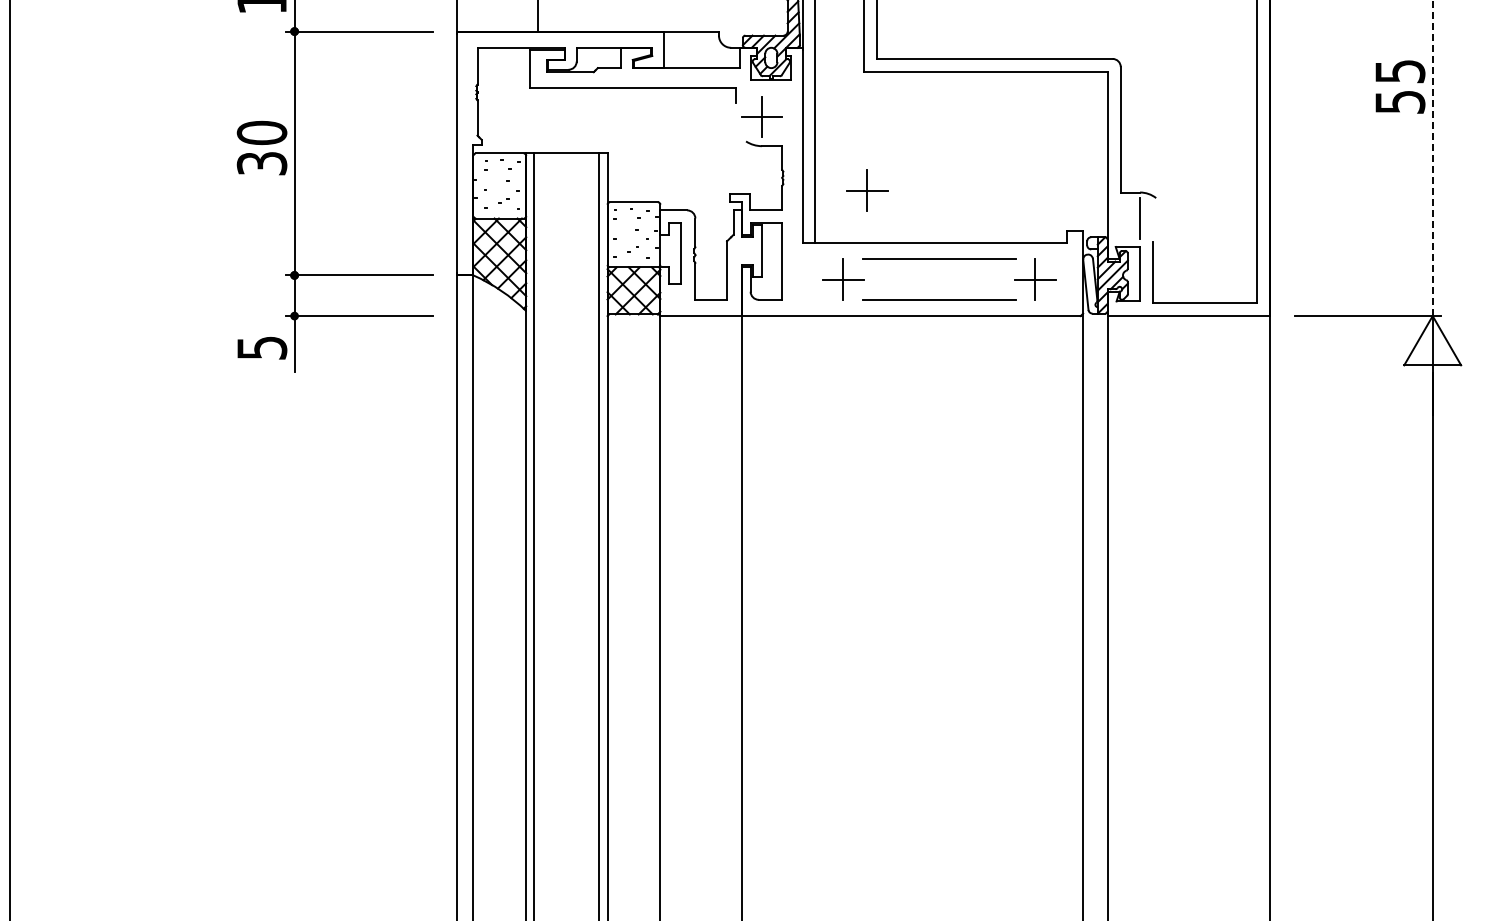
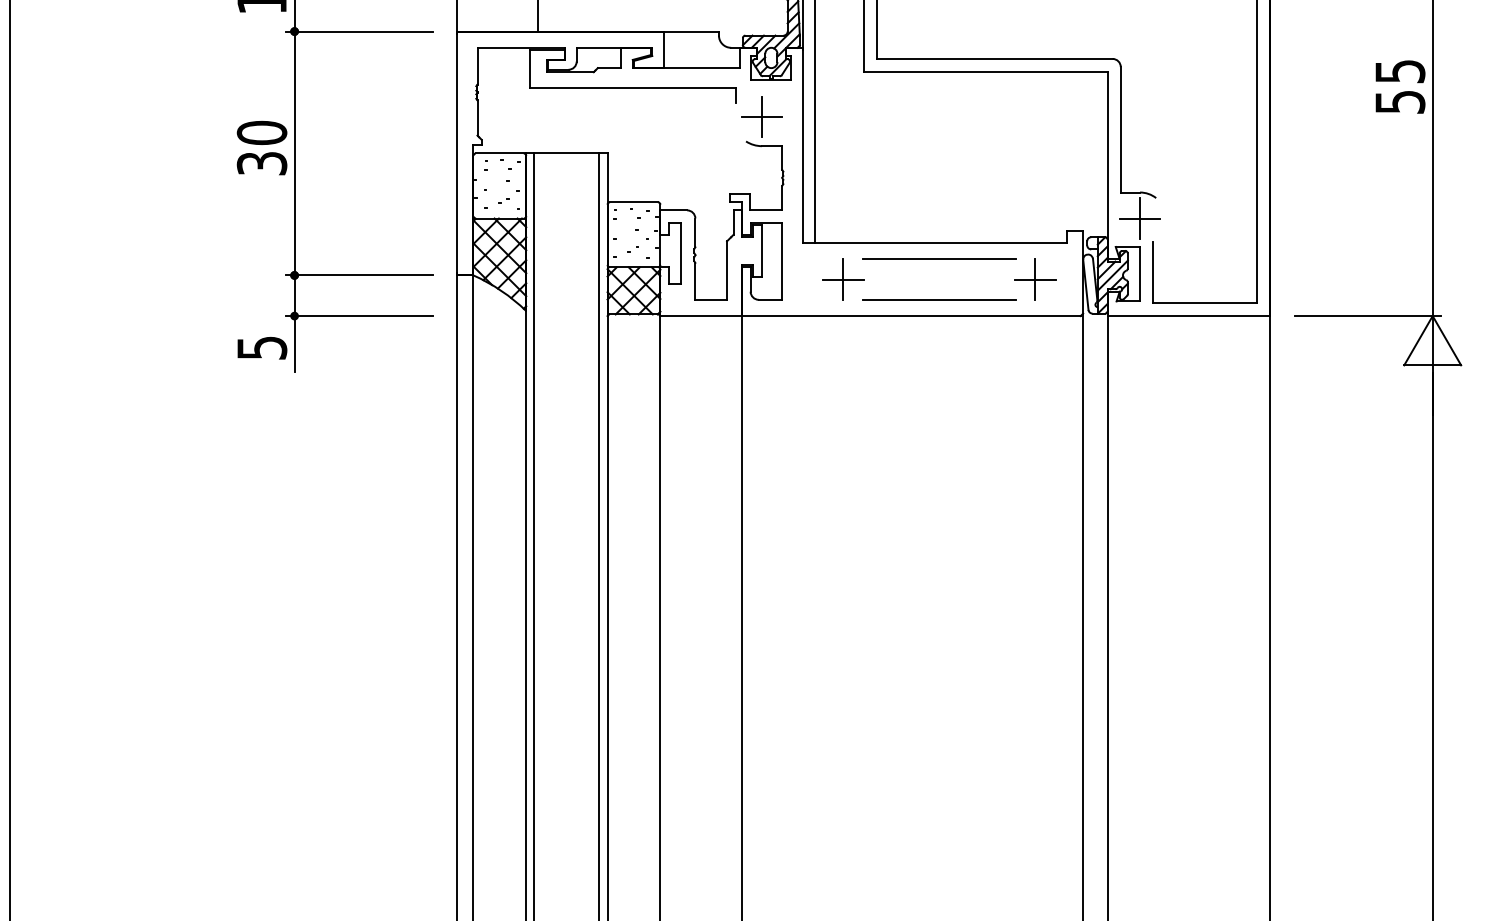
line at (1432, 158): dashed -> solid
part at (867, 190): present -> none
line at (1139, 218): none -> present
